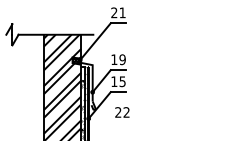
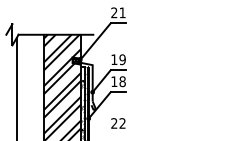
text at (122, 81): 15 -> 18
line at (16, 87): none -> present
text at (122, 112) position: (122, 112) -> (118, 123)
